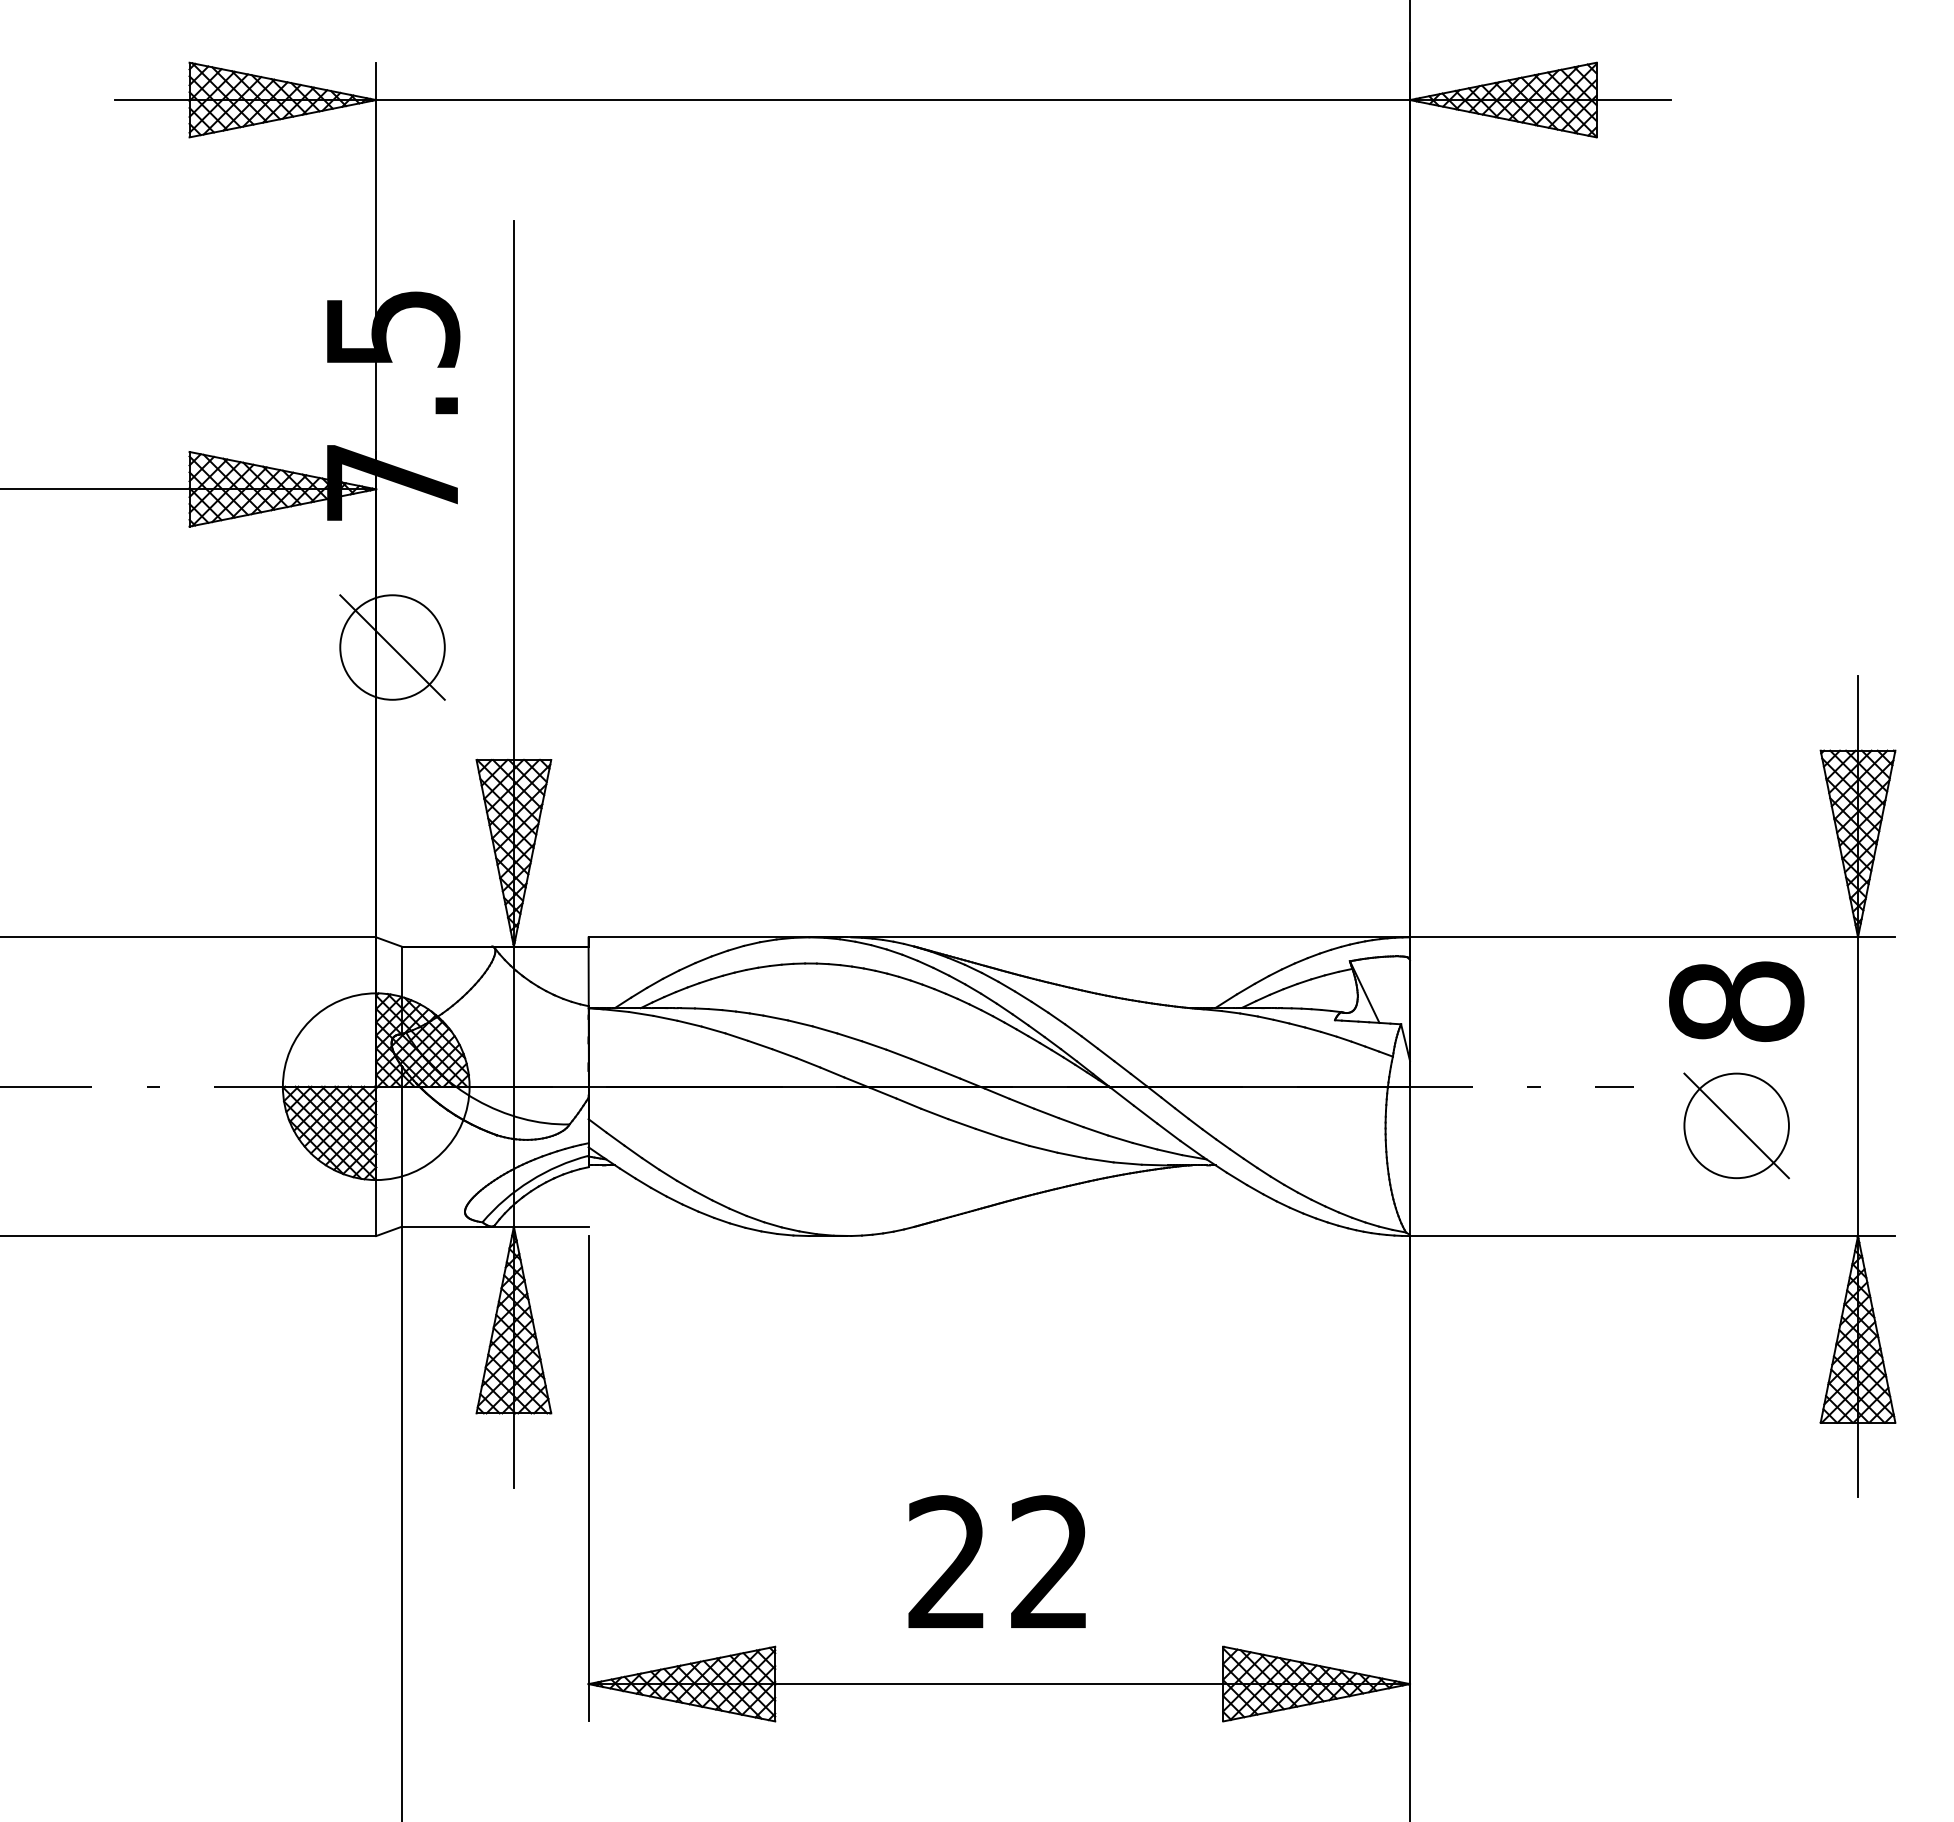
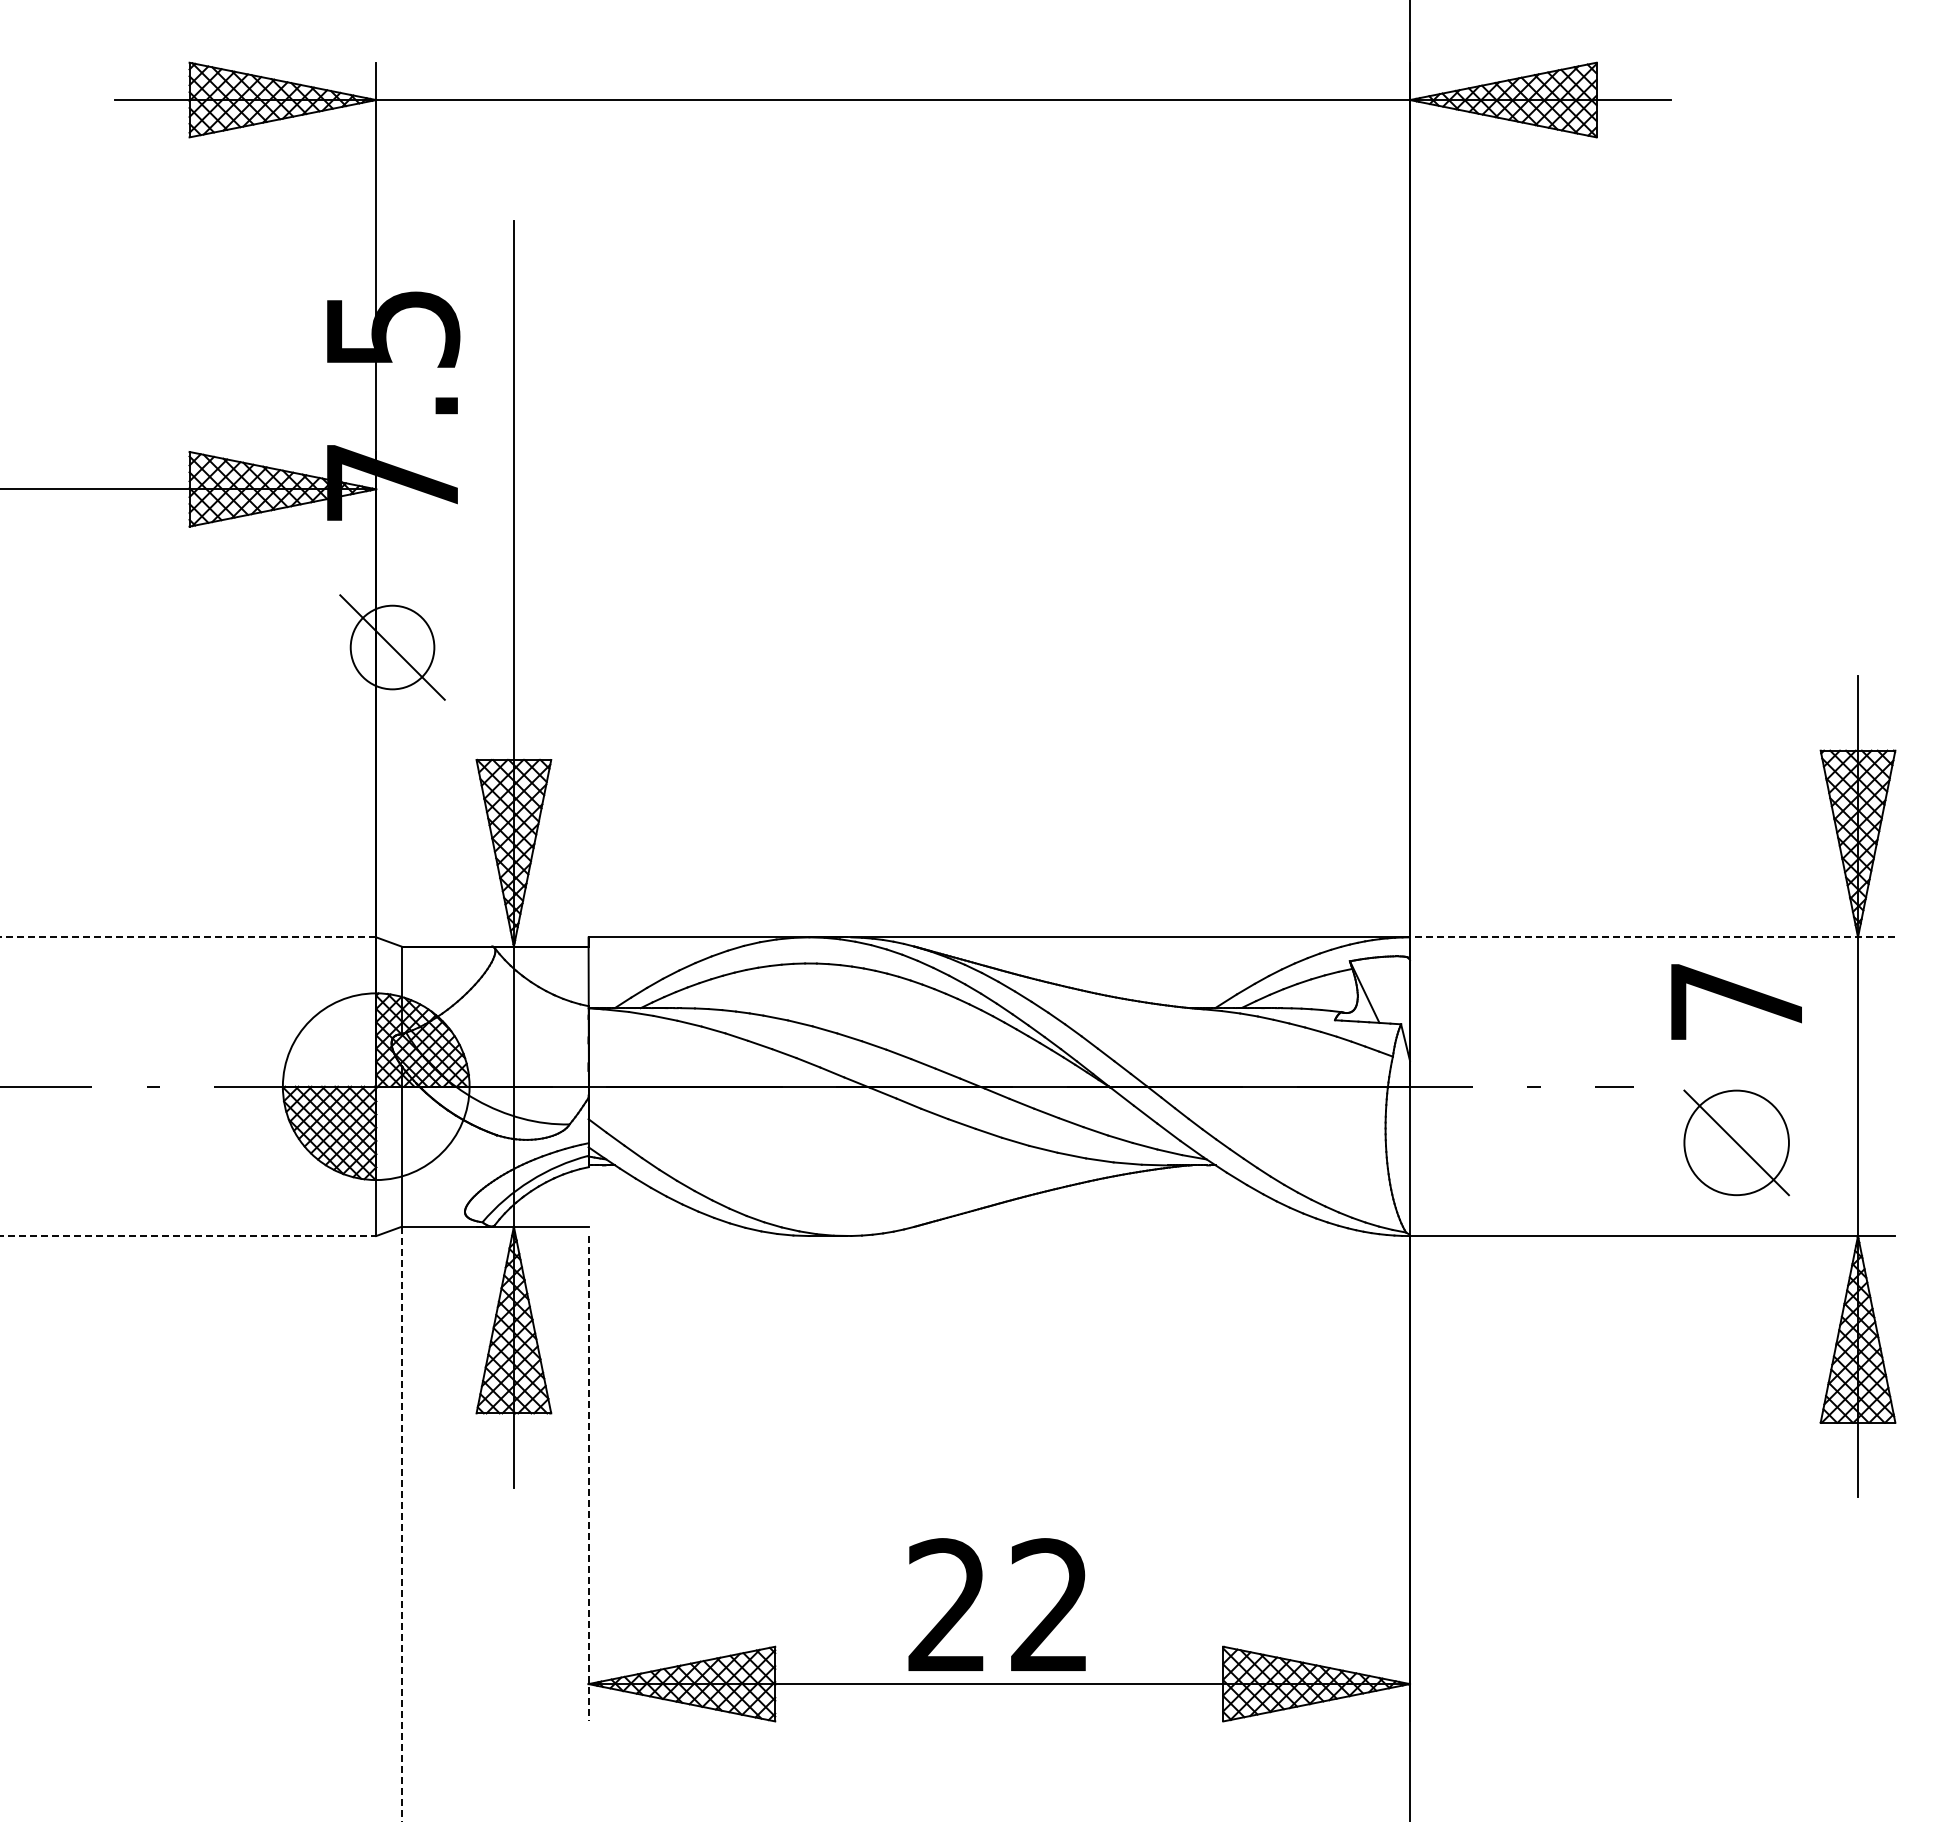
circle at (392, 647) diameter: 105 px -> 84 px
line at (188, 937): solid -> dashed
line at (1652, 937): solid -> dashed
text at (1736, 1001): 8 -> 7
part at (1736, 1125) position: (1736, 1125) -> (1736, 1142)
line at (188, 1236): solid -> dashed
line at (588, 1478): solid -> dashed
line at (401, 1524): solid -> dashed
text at (996, 1561) position: (996, 1561) -> (996, 1604)
